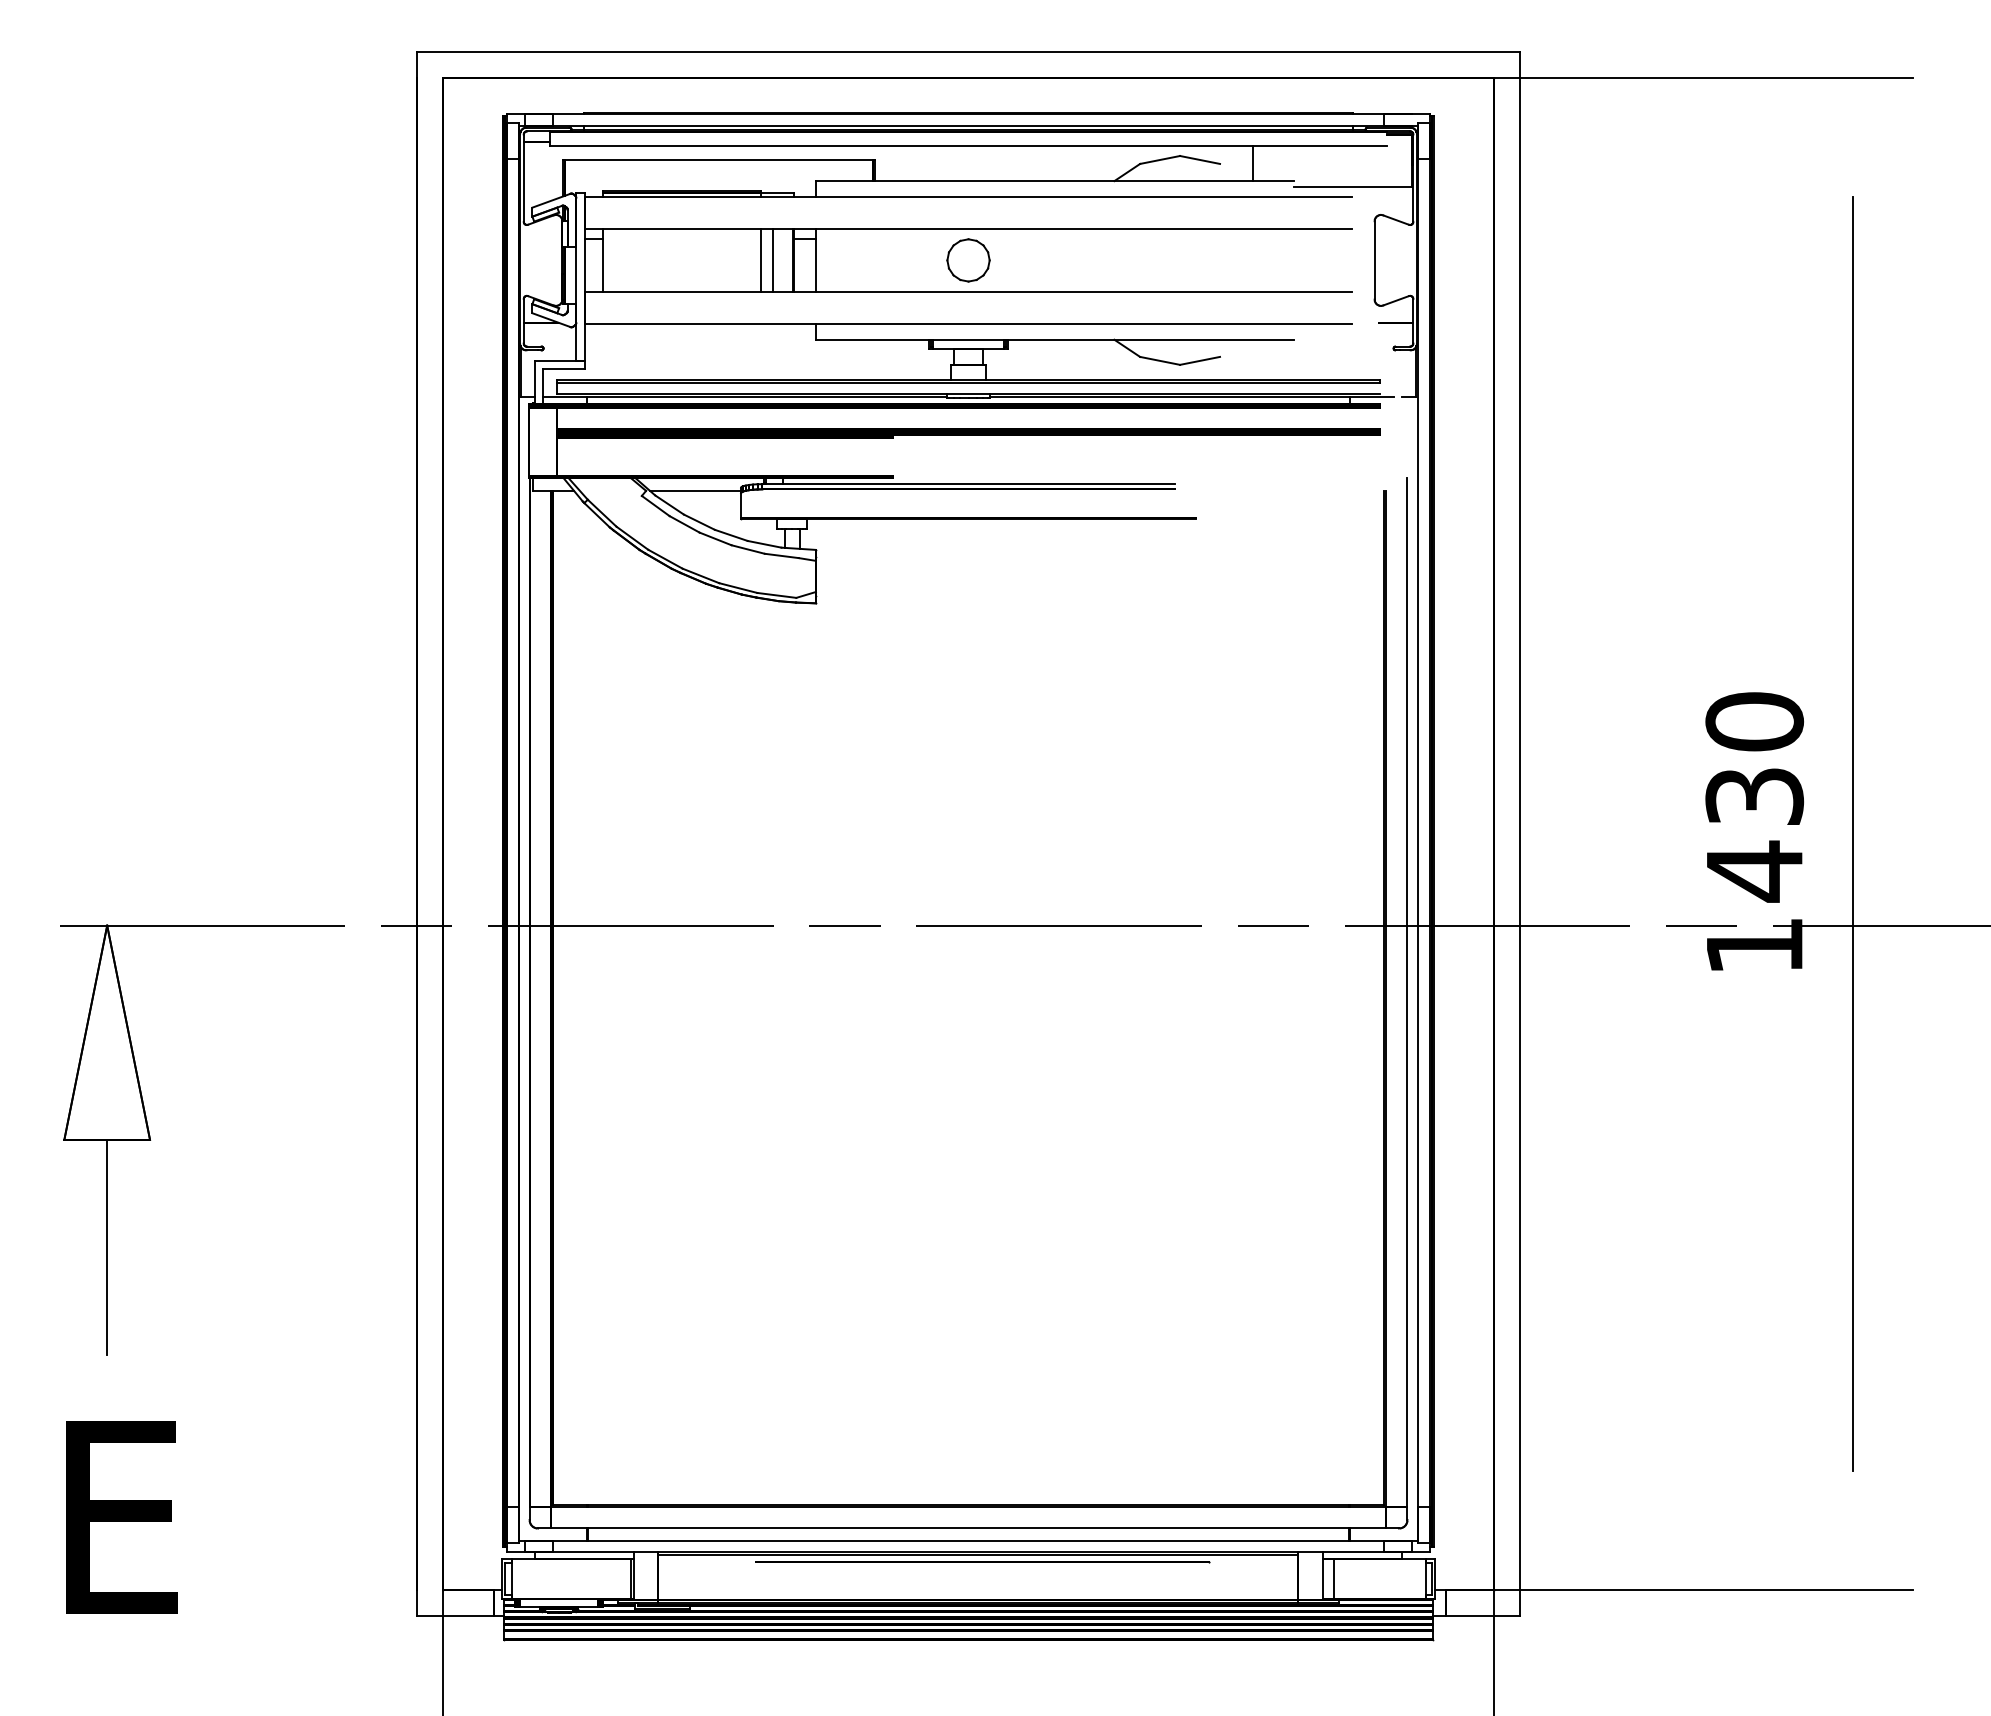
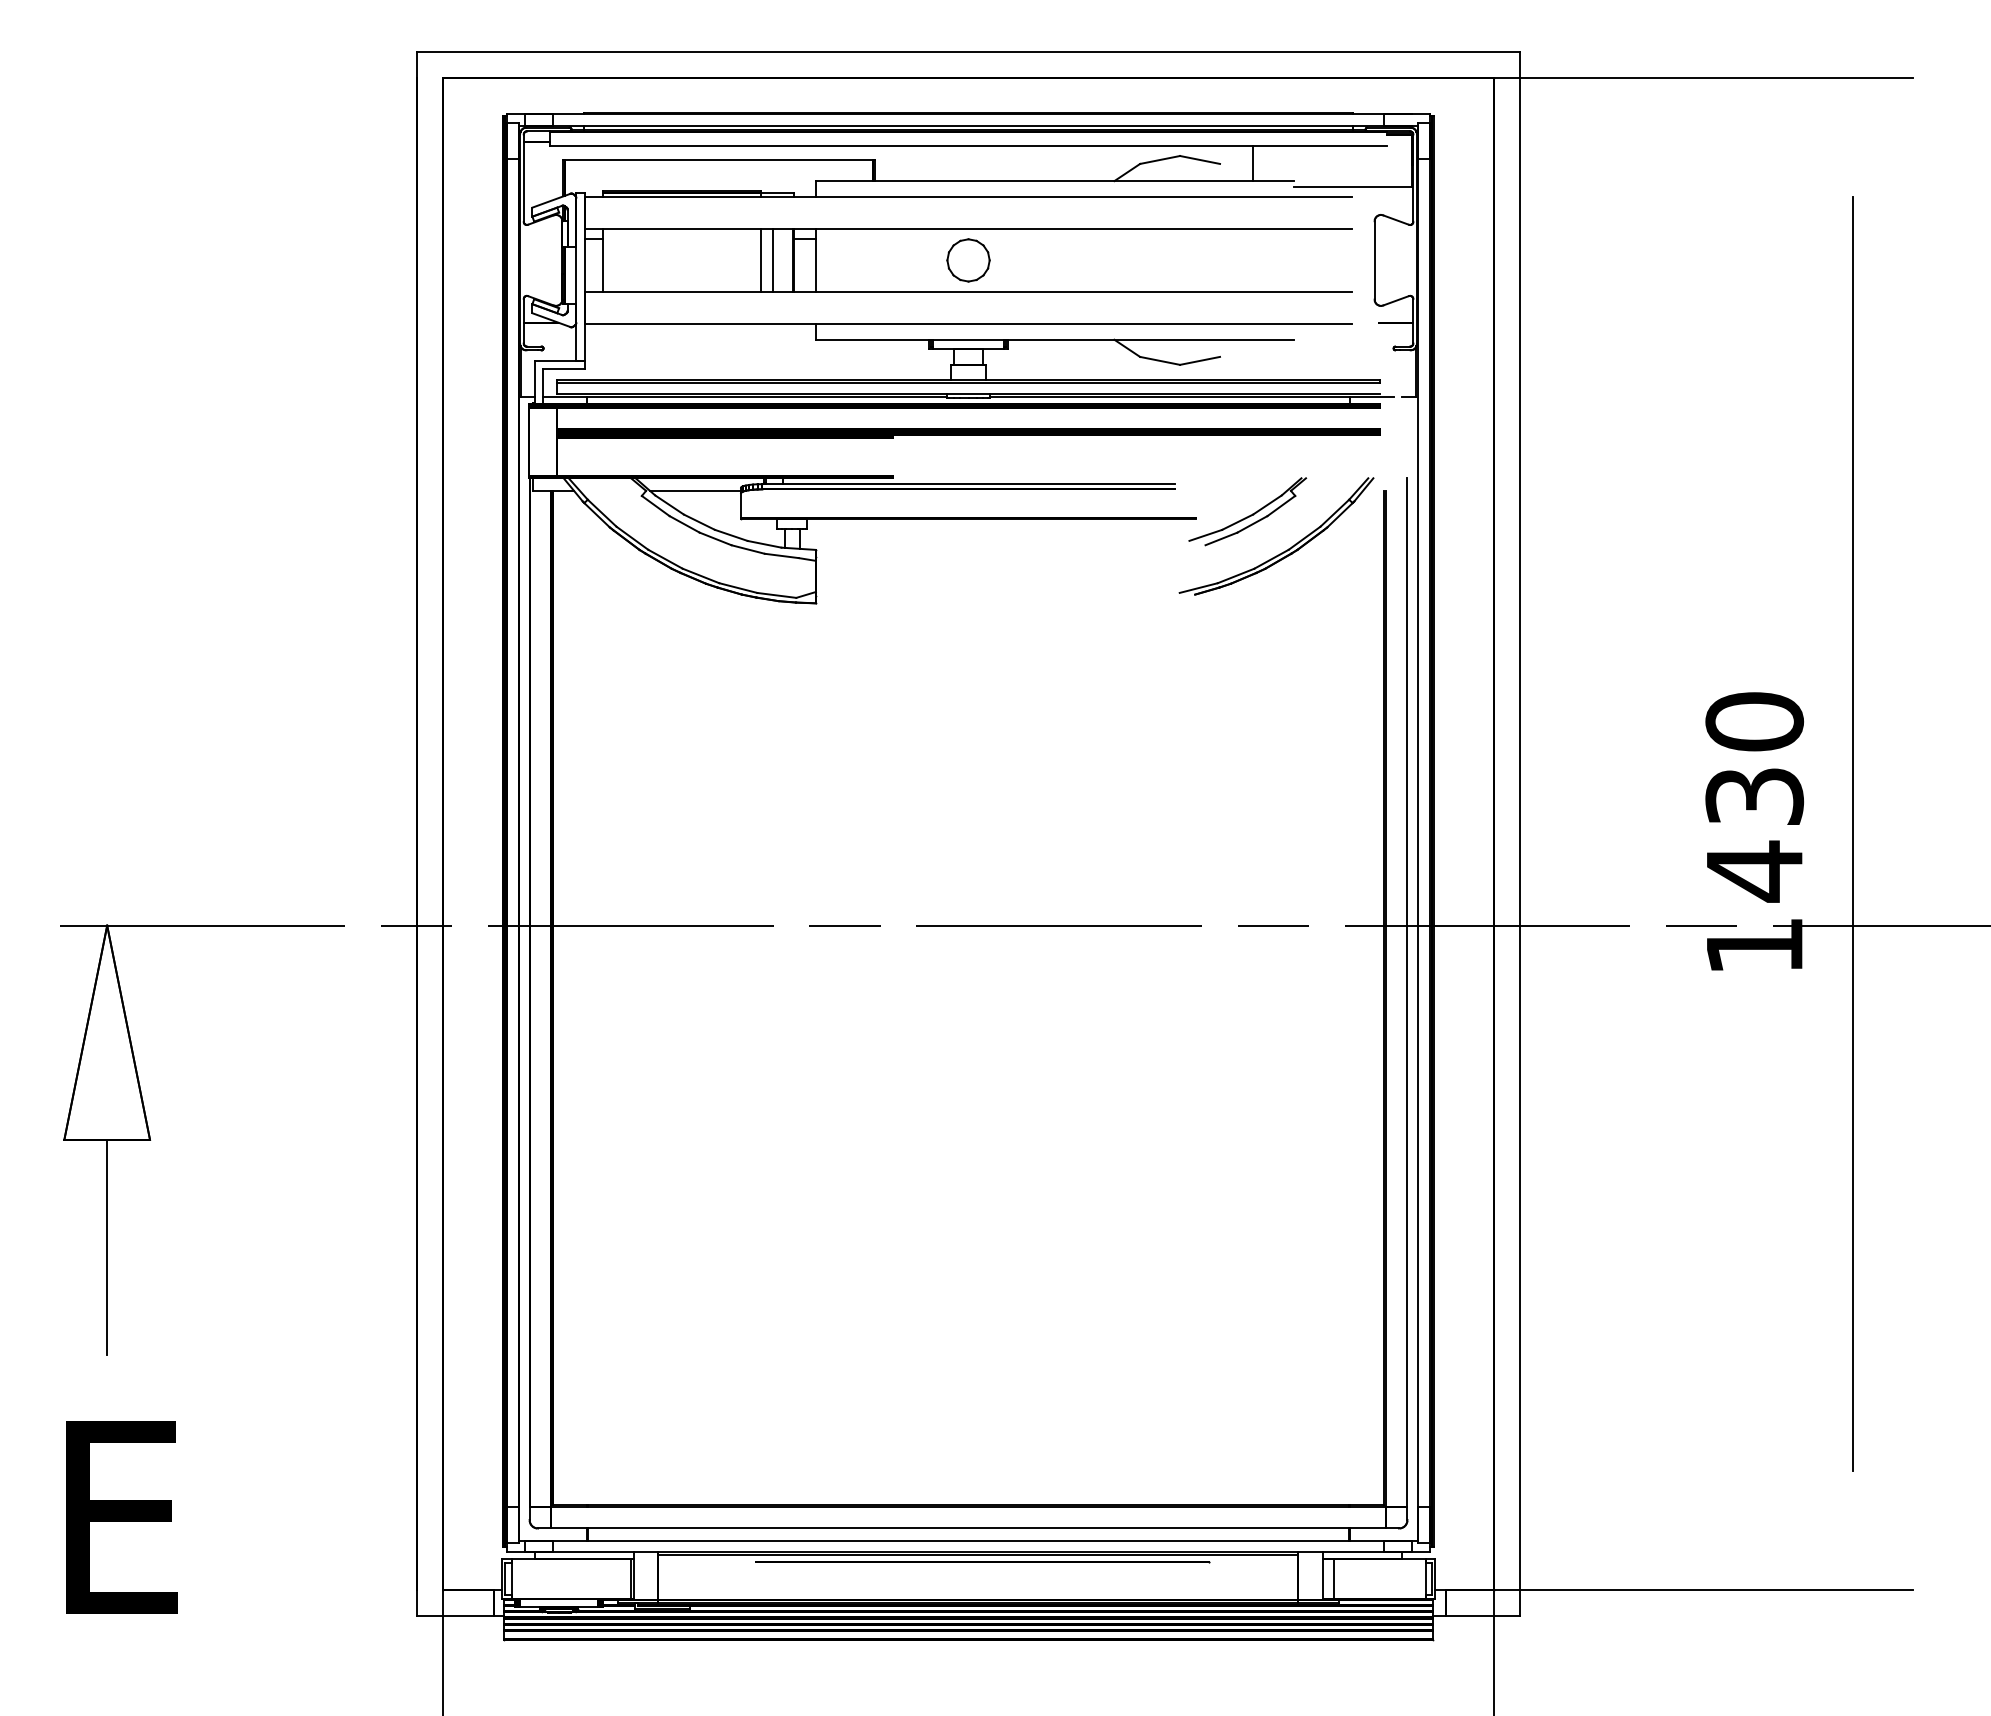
part at (1283, 551): none -> present
